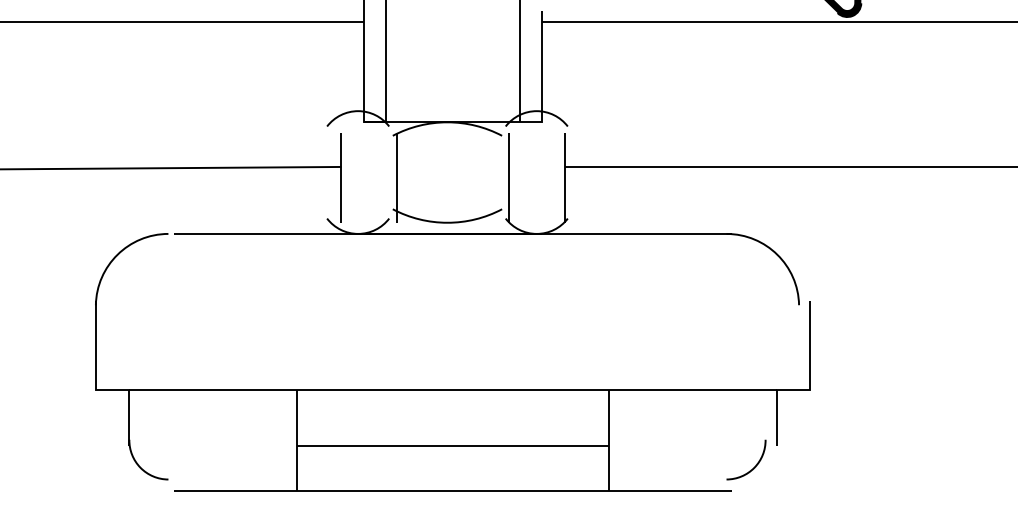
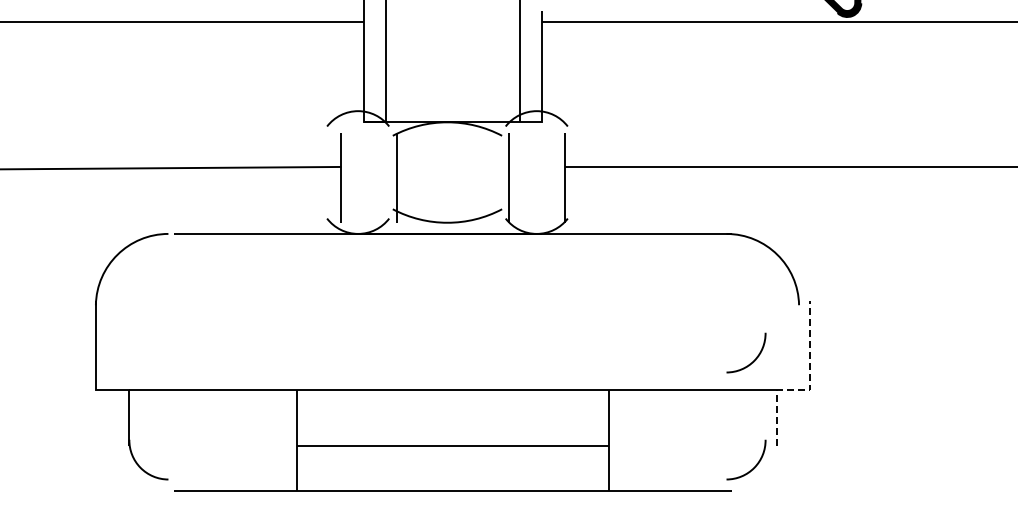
arc at (754, 359): none -> present
line at (810, 390): solid -> dashed
